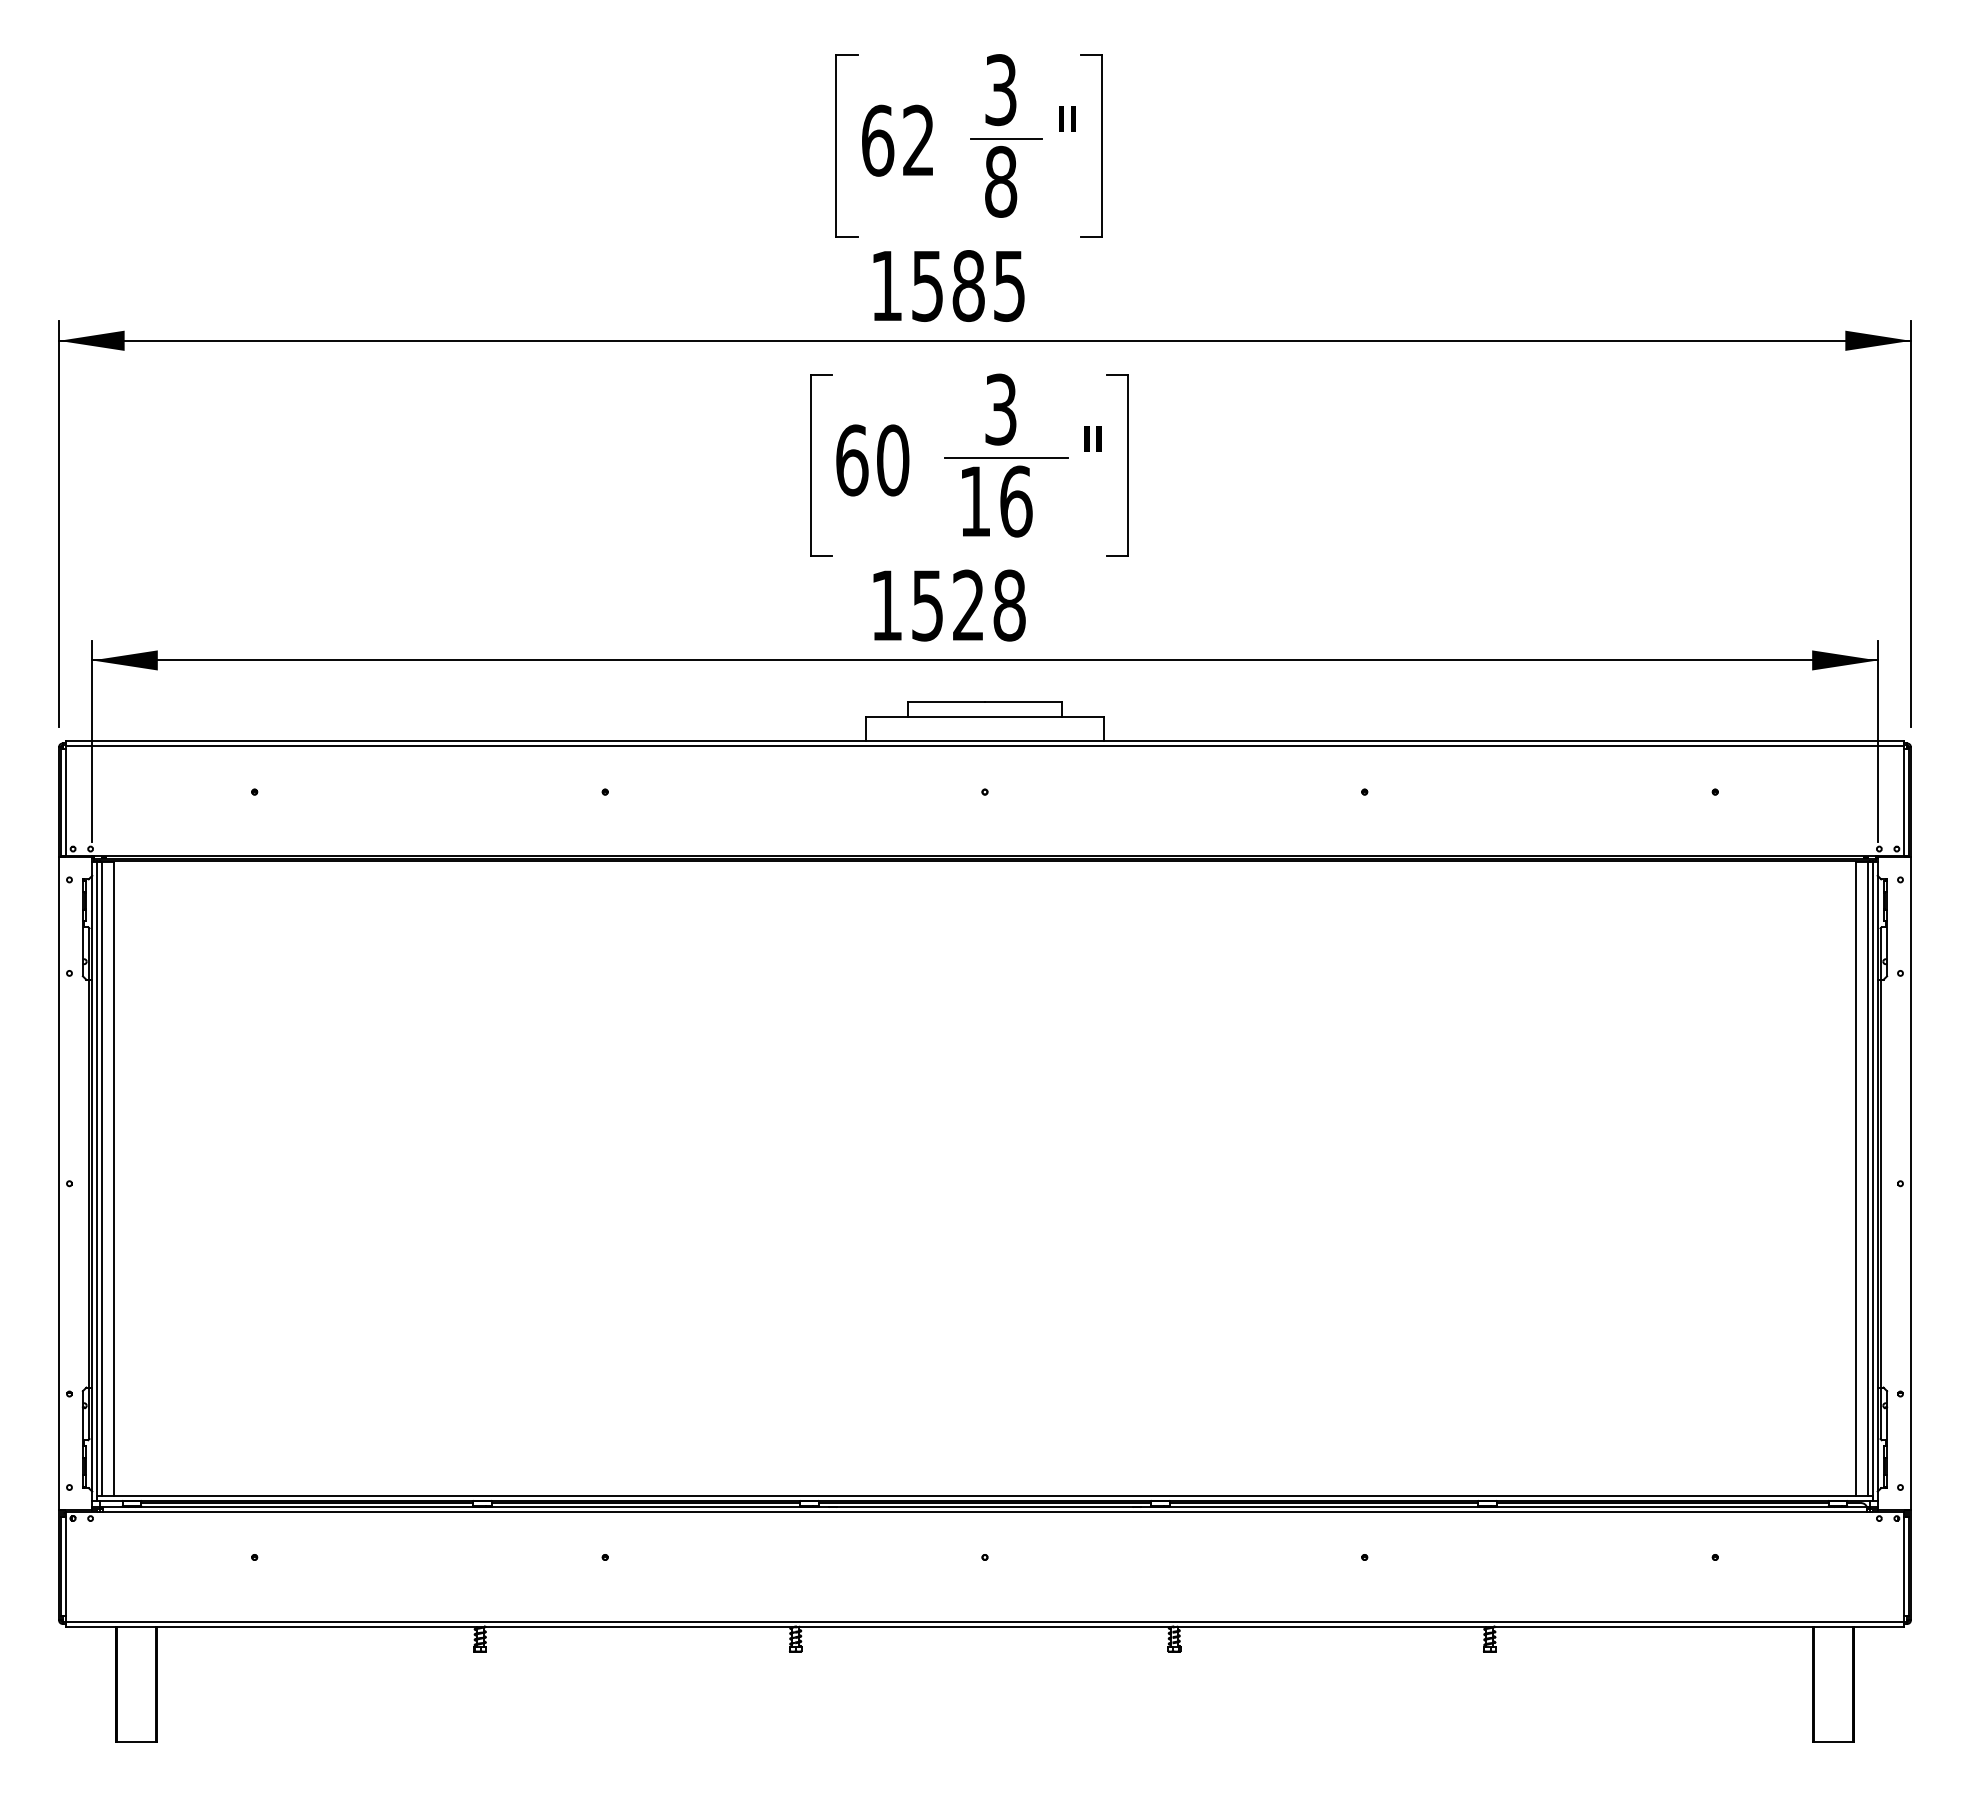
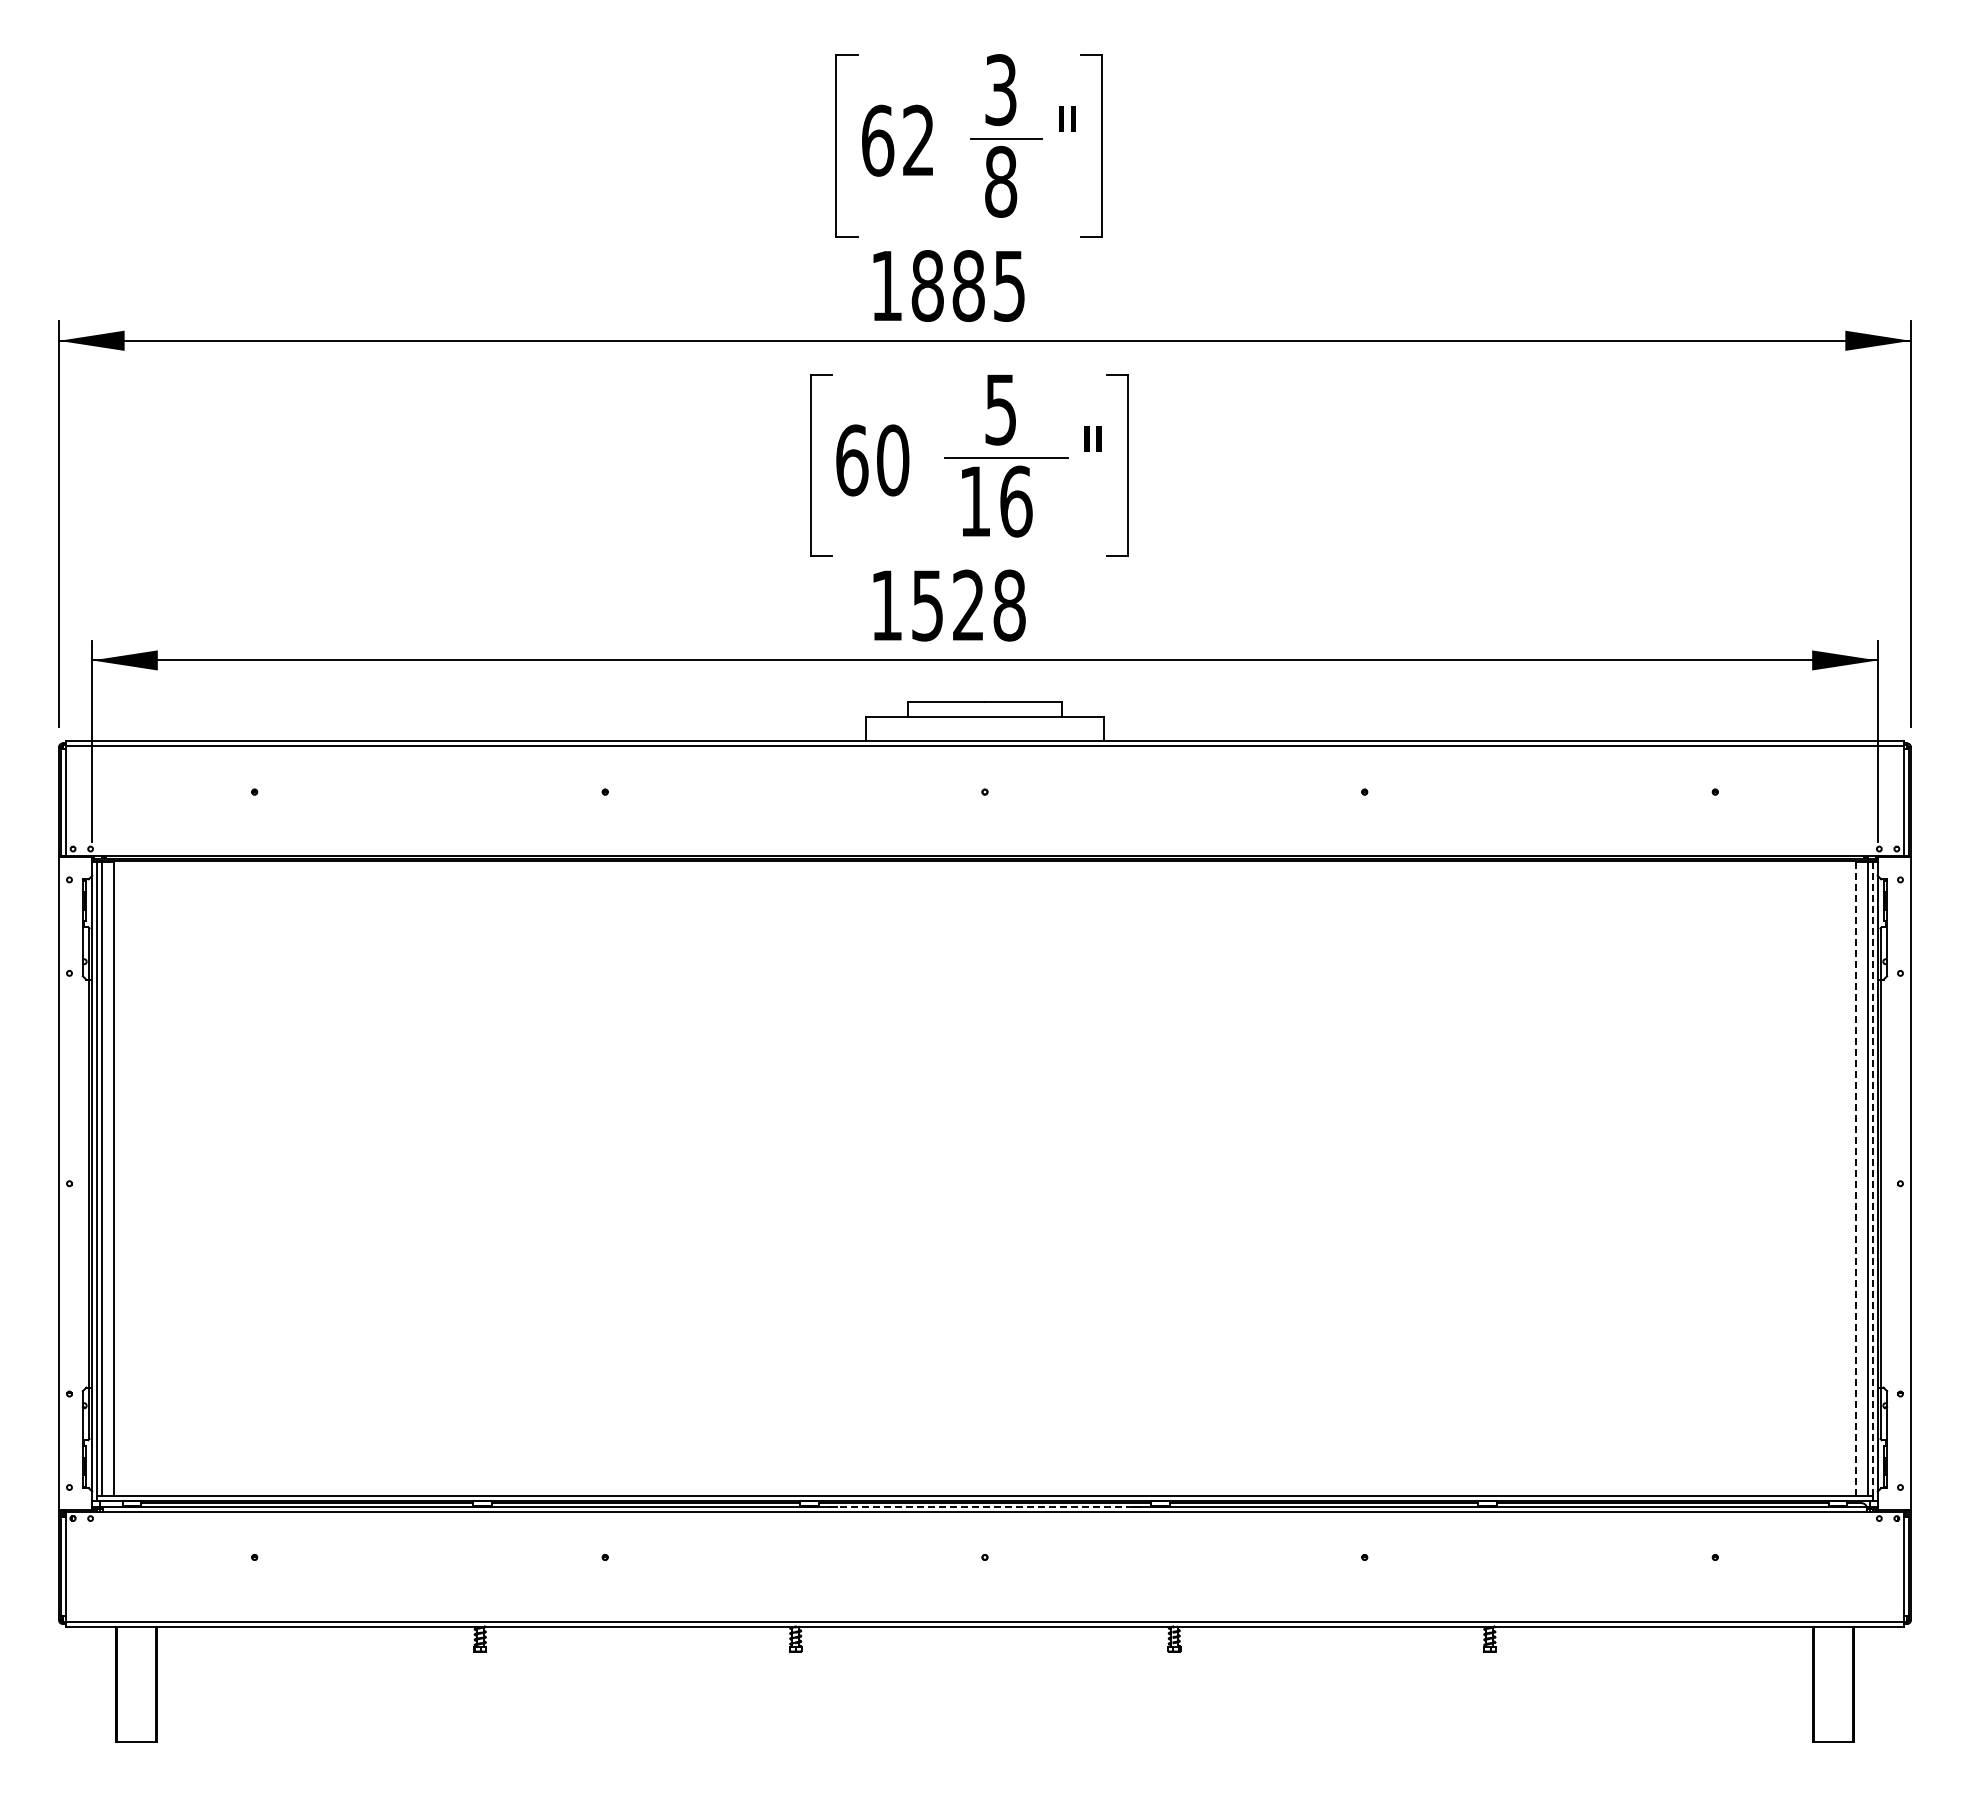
text at (927, 285): 1585 -> 1885
text at (1000, 409): 3 -> 5
line at (1855, 1178): solid -> dashed
line at (1873, 1181): solid -> dashed
line at (984, 1507): solid -> dashed
